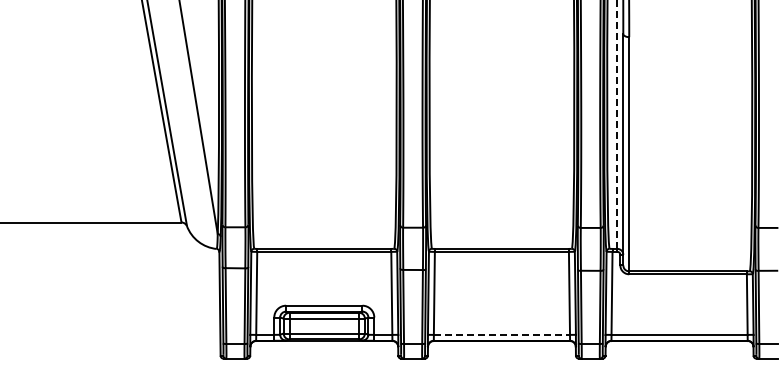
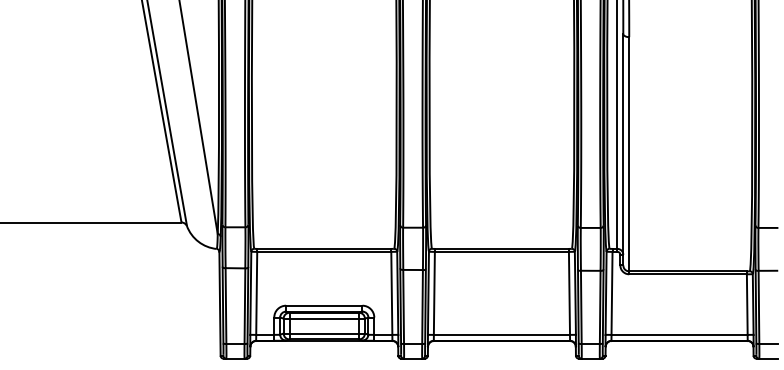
line at (617, 124): dashed -> solid
line at (502, 334): dashed -> solid
